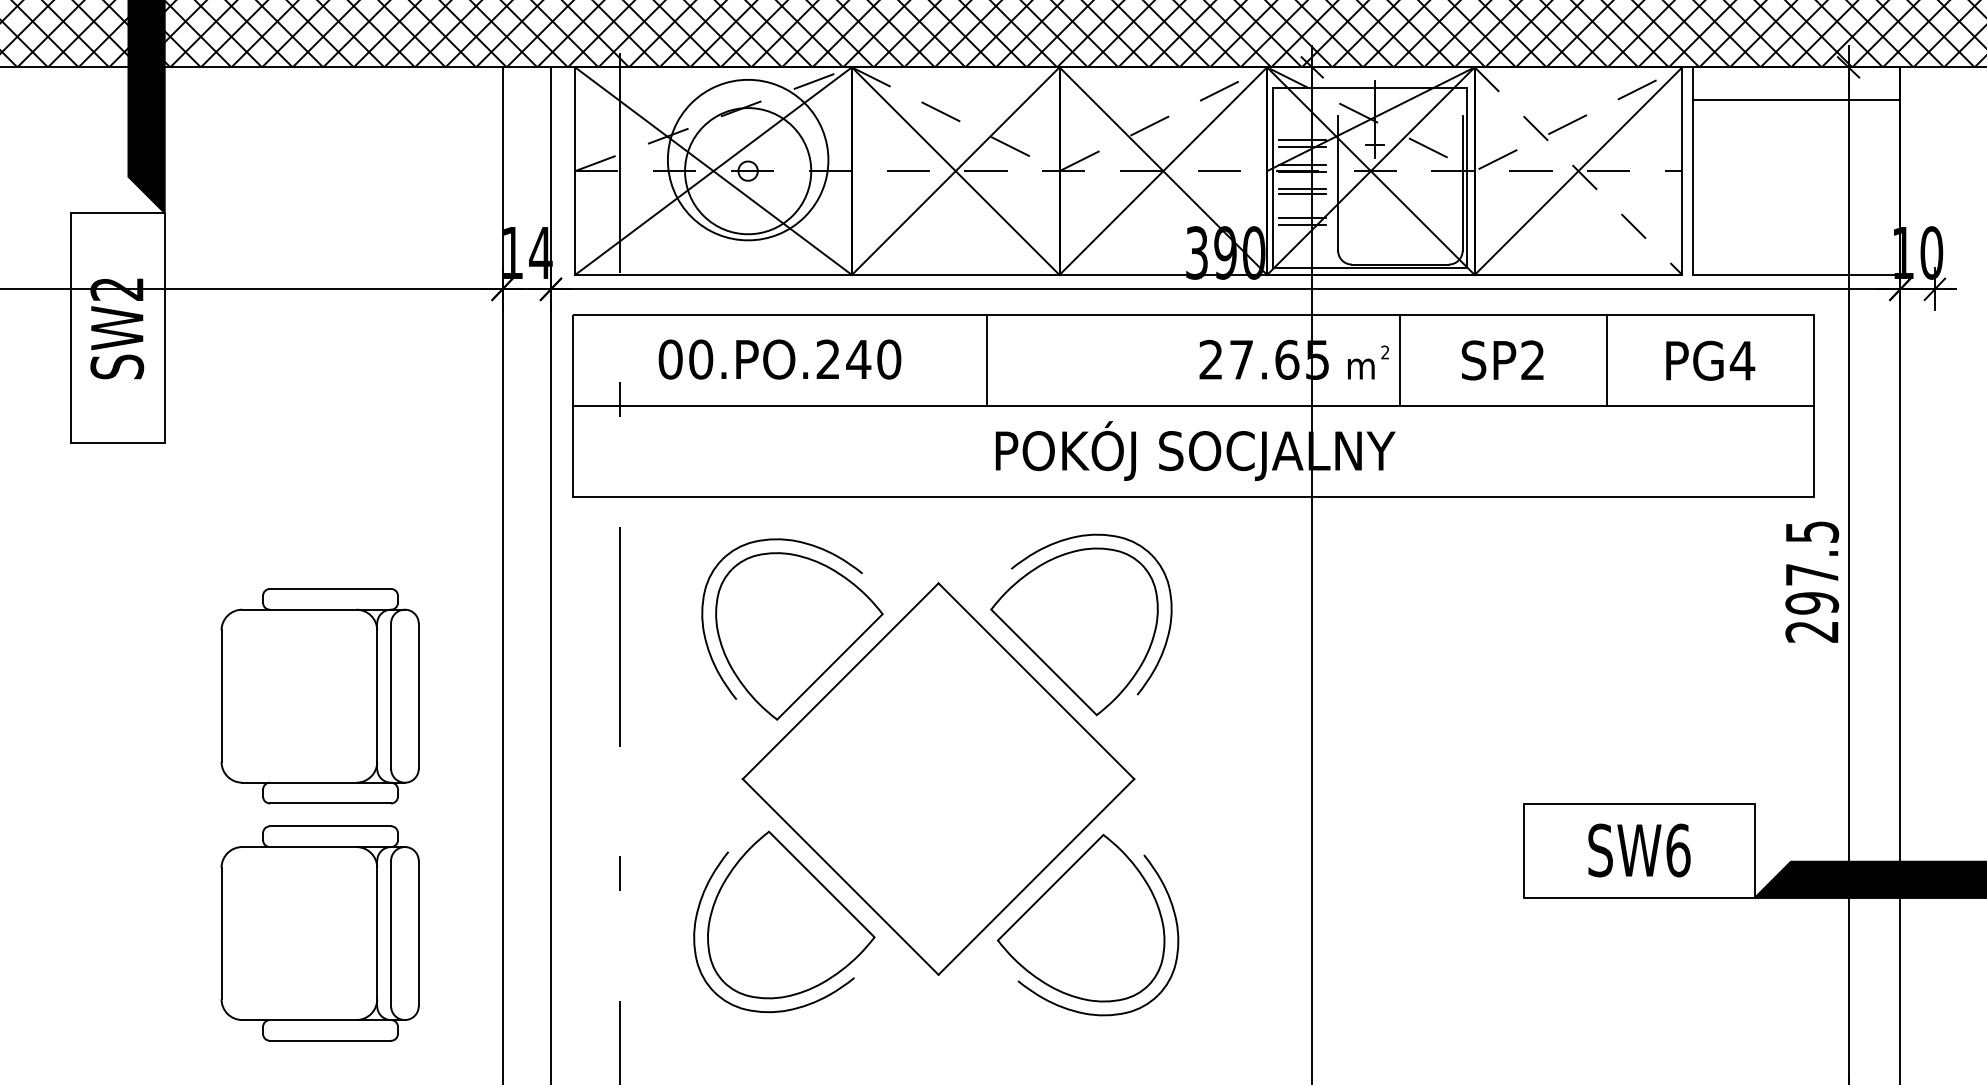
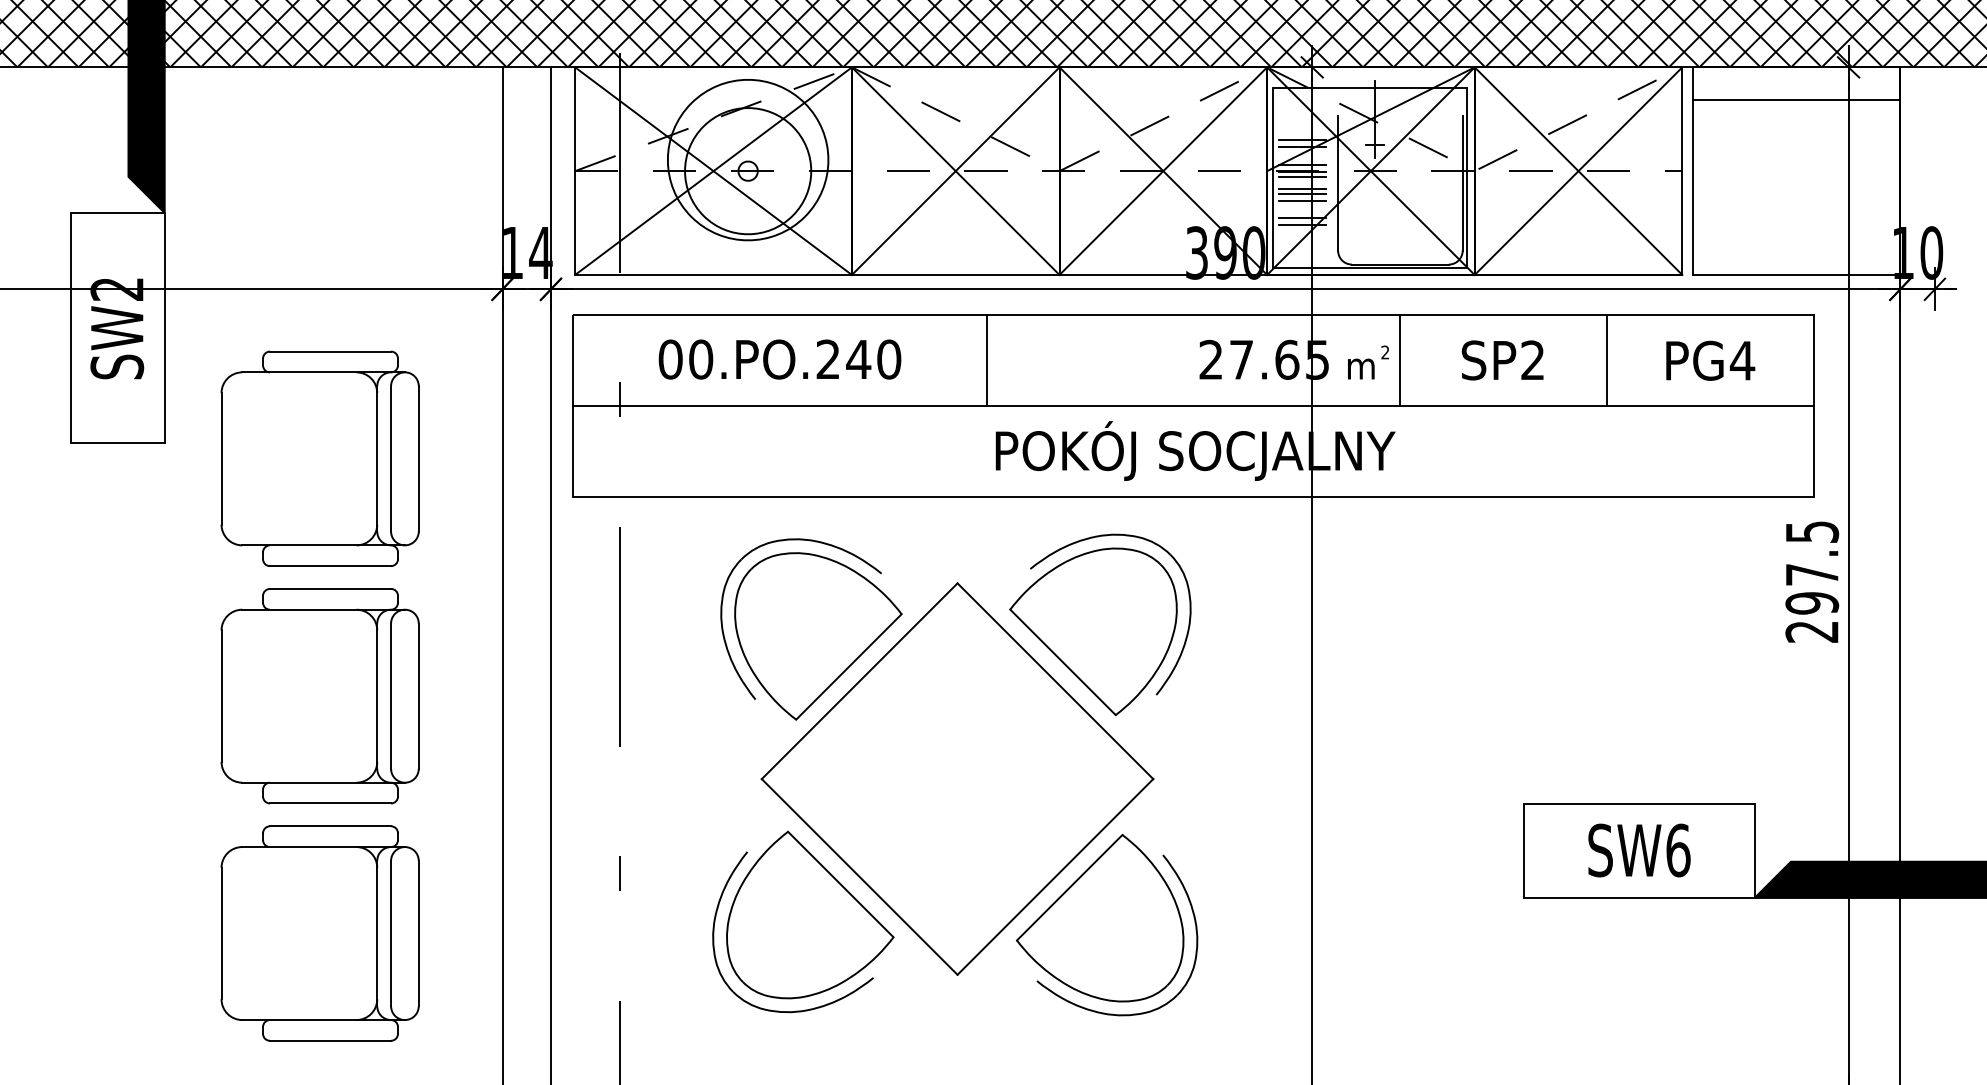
line at (1578, 171): dashed -> solid
line at (1301, 176): none -> present
line at (1301, 200): none -> present
part at (319, 458): none -> present
part at (936, 774) position: (936, 774) -> (955, 774)
